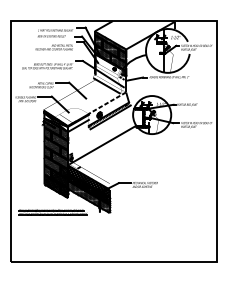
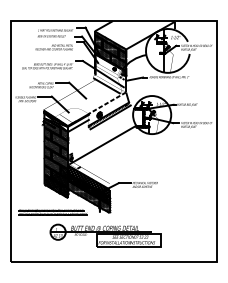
part at (105, 235): none -> present
